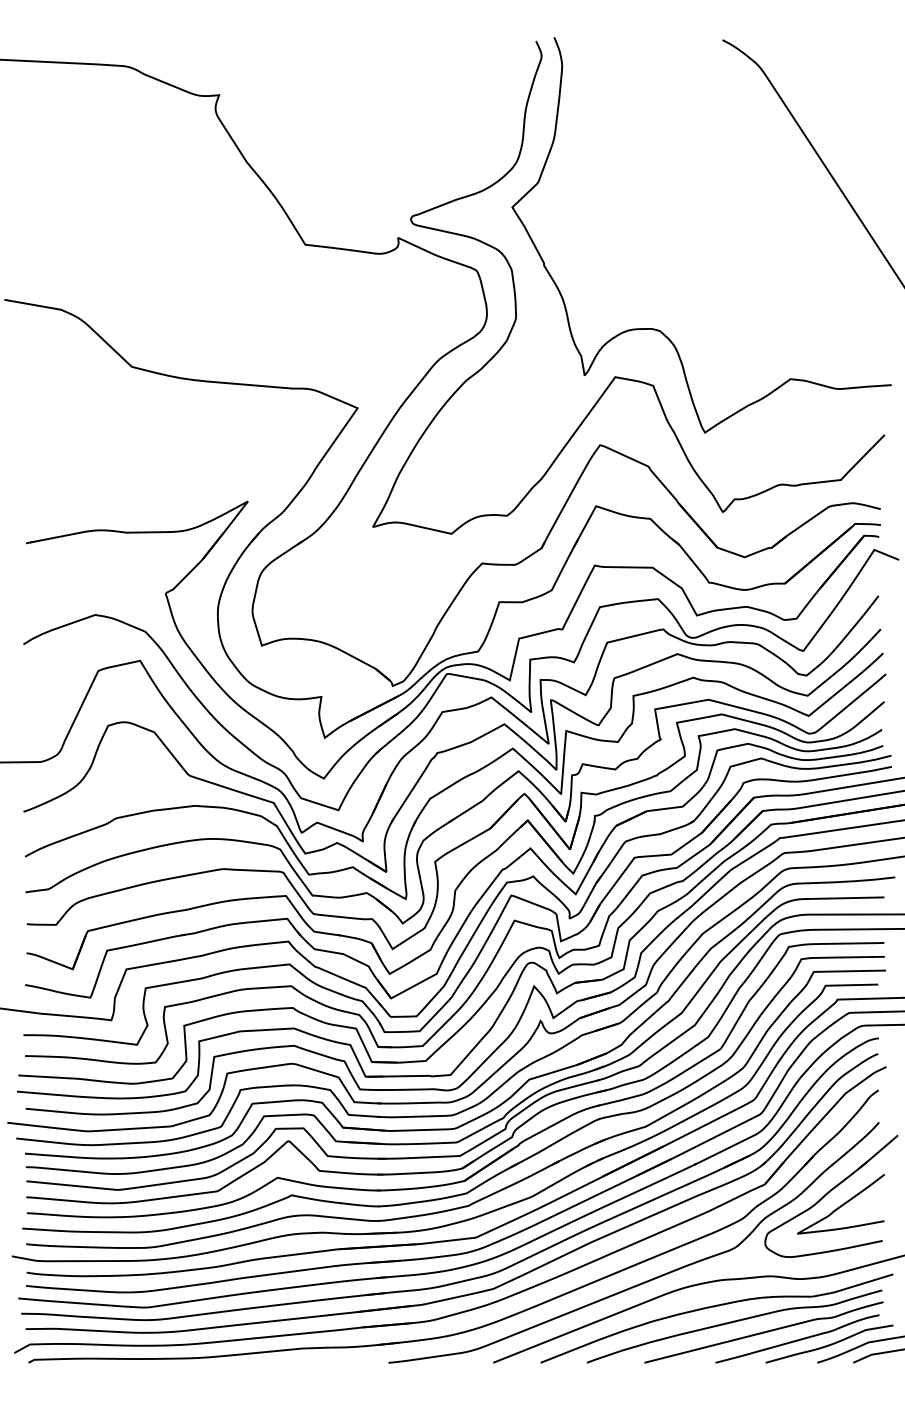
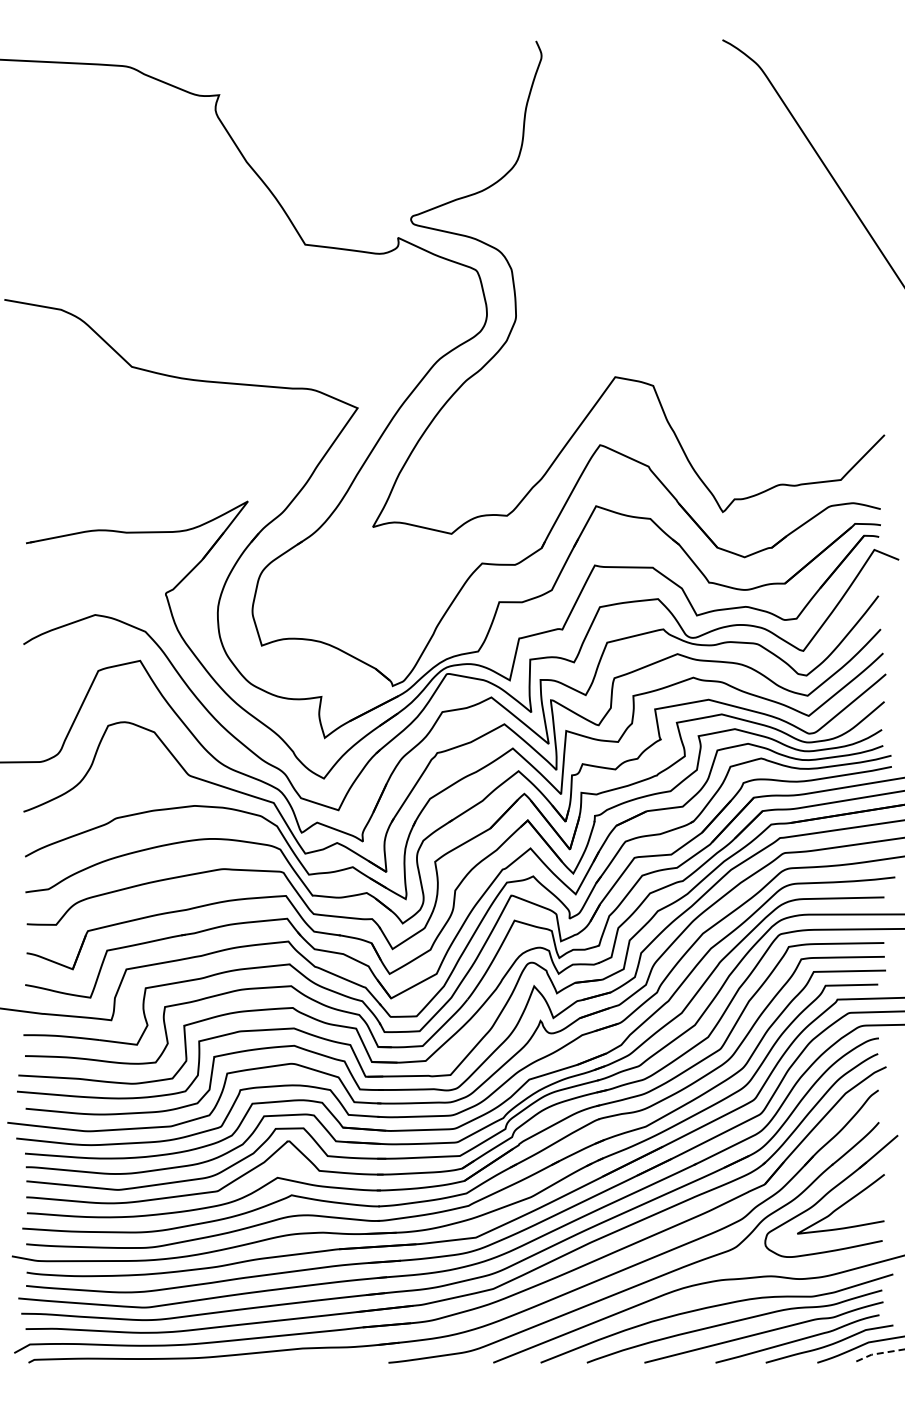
curve at (658, 329): present -> none
line at (876, 1353): solid -> dashed
